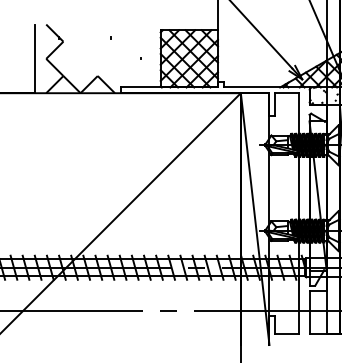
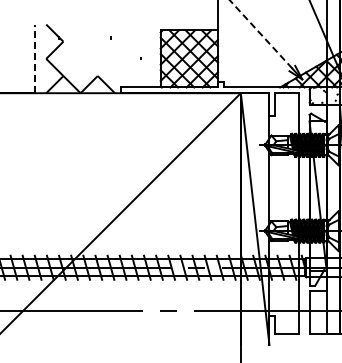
line at (260, 33): solid -> dashed
line at (34, 58): solid -> dashed
